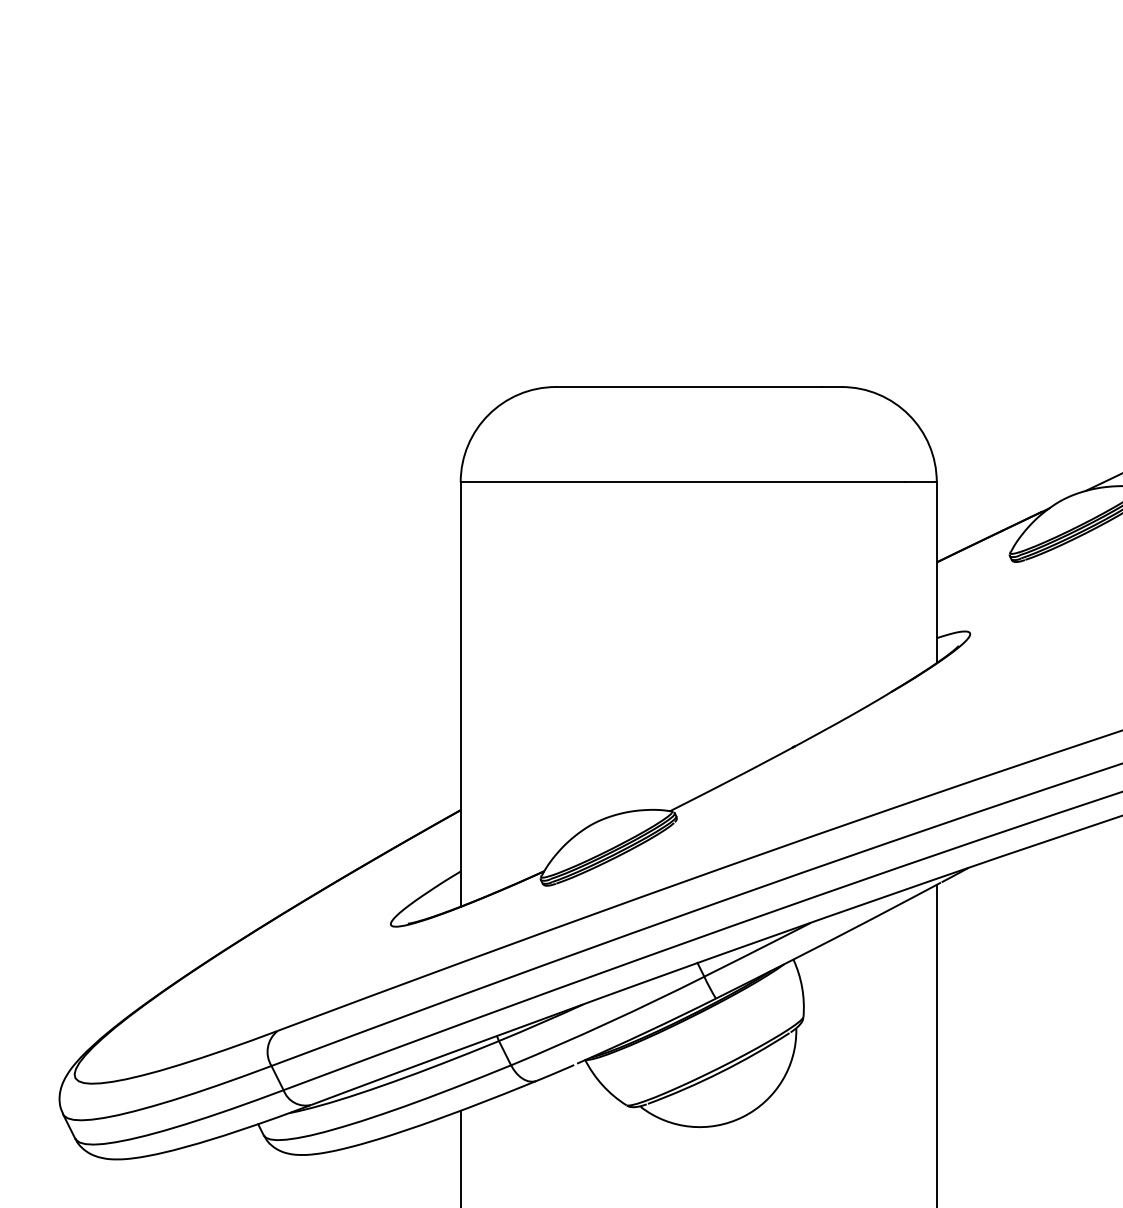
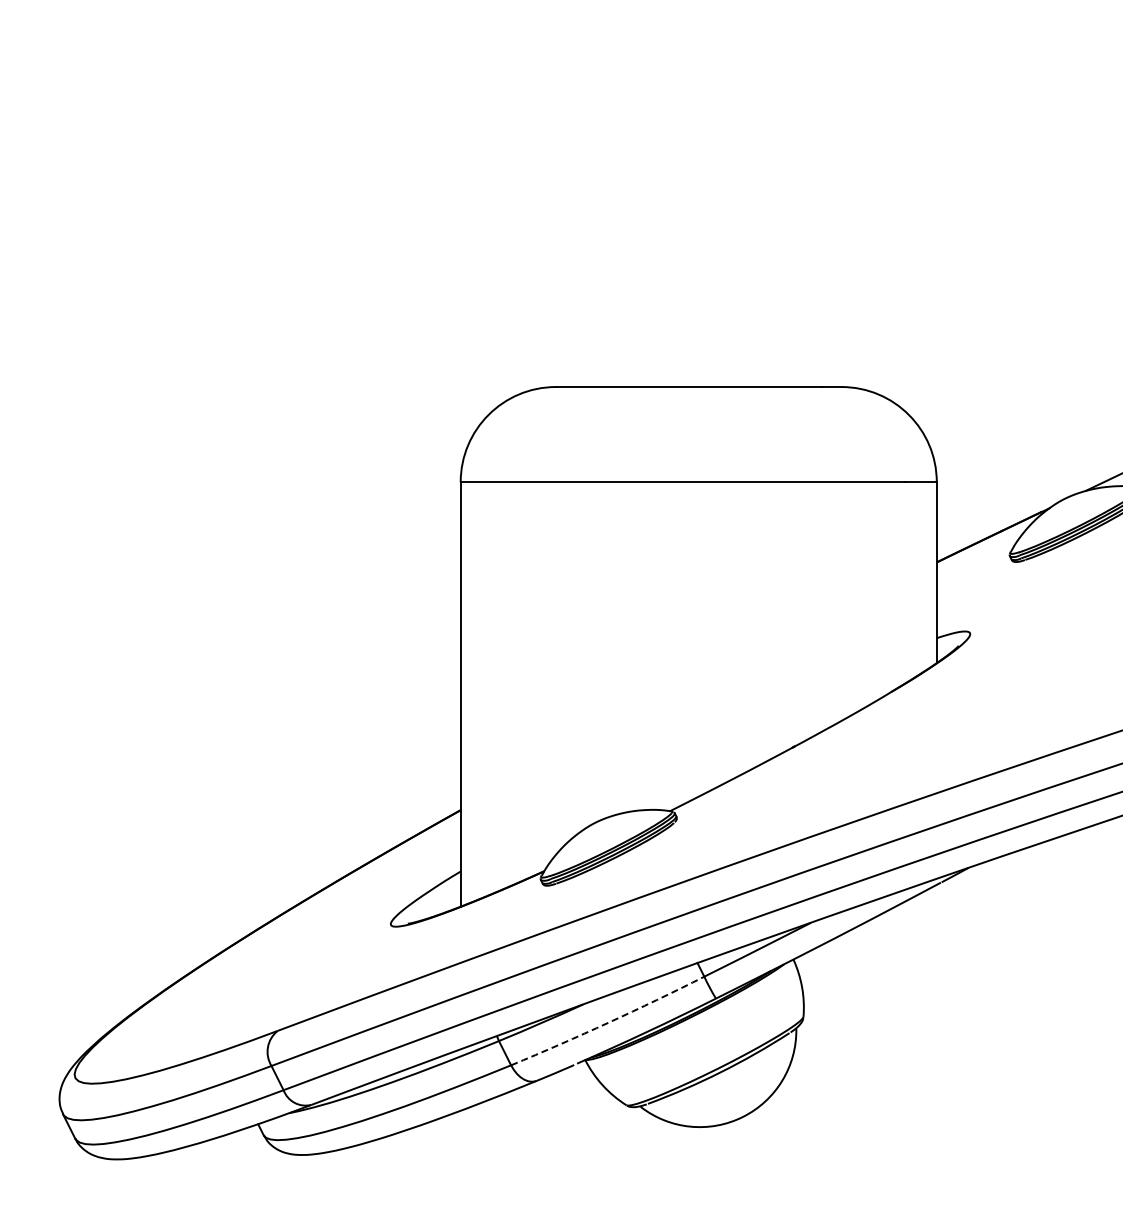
arc at (608, 1022): solid -> dashed
line at (936, 1044): present -> none
line at (460, 1157): present -> none
